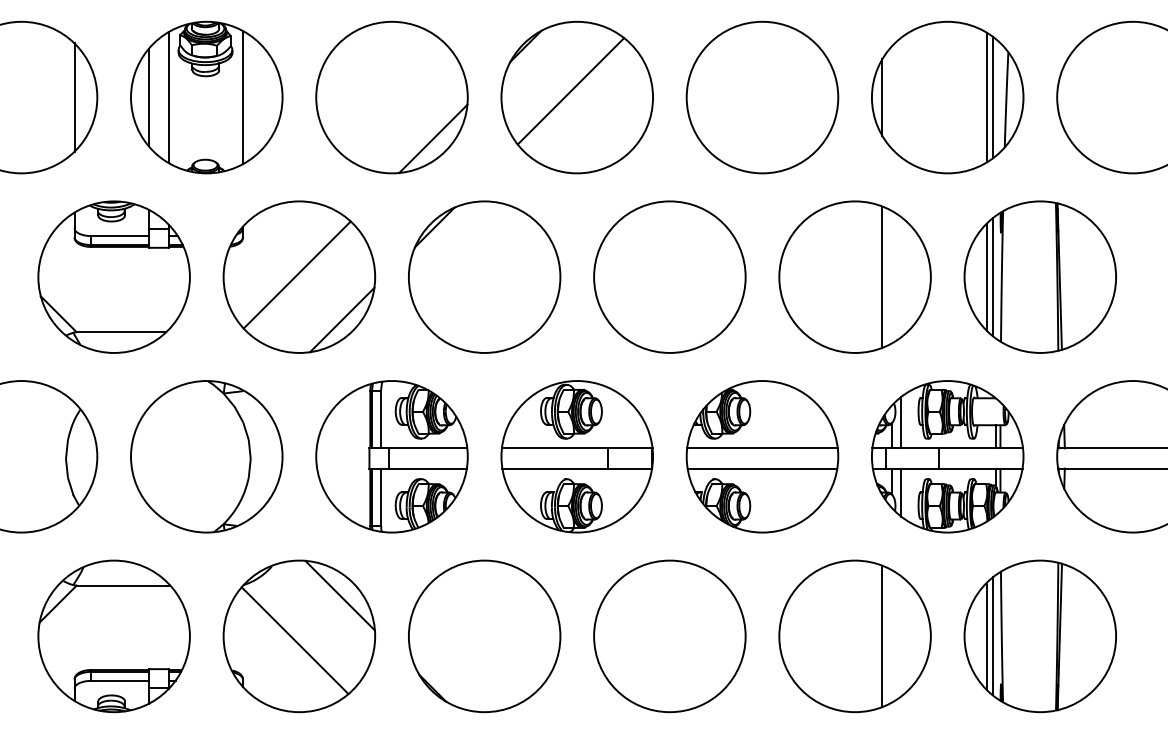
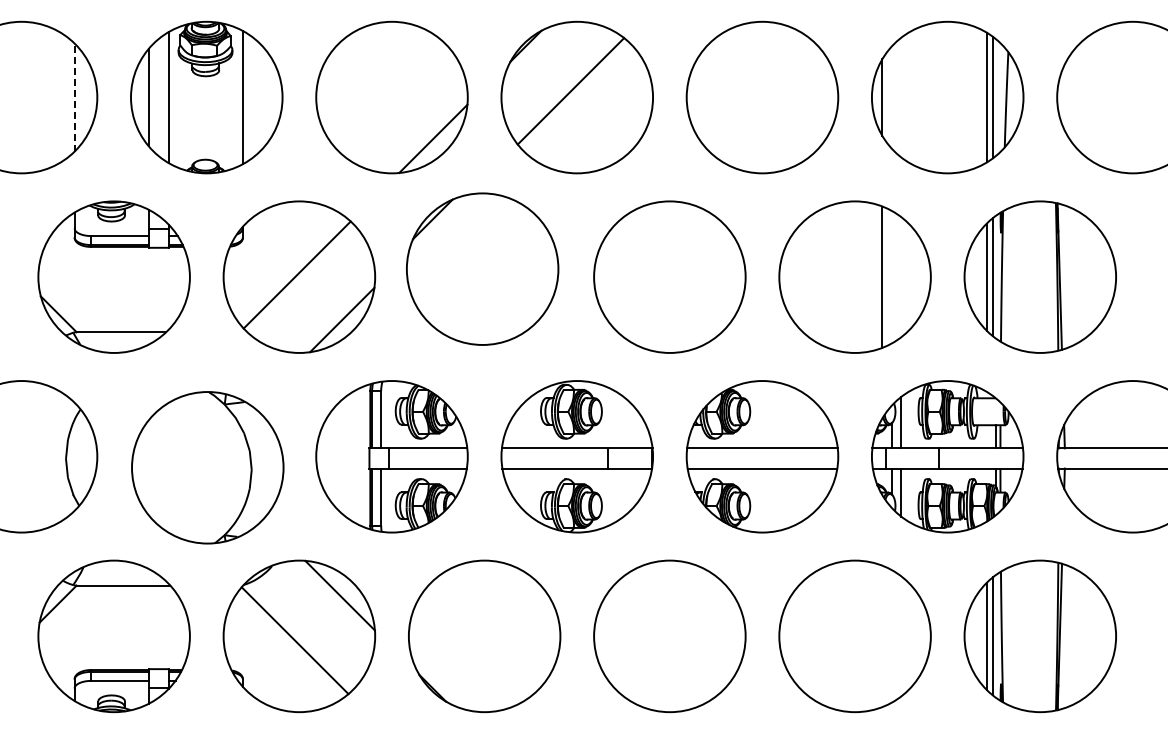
line at (74, 97): solid -> dashed
part at (484, 276) position: (484, 276) -> (482, 268)
part at (206, 456) position: (206, 456) -> (207, 467)
line at (882, 636): present -> none
